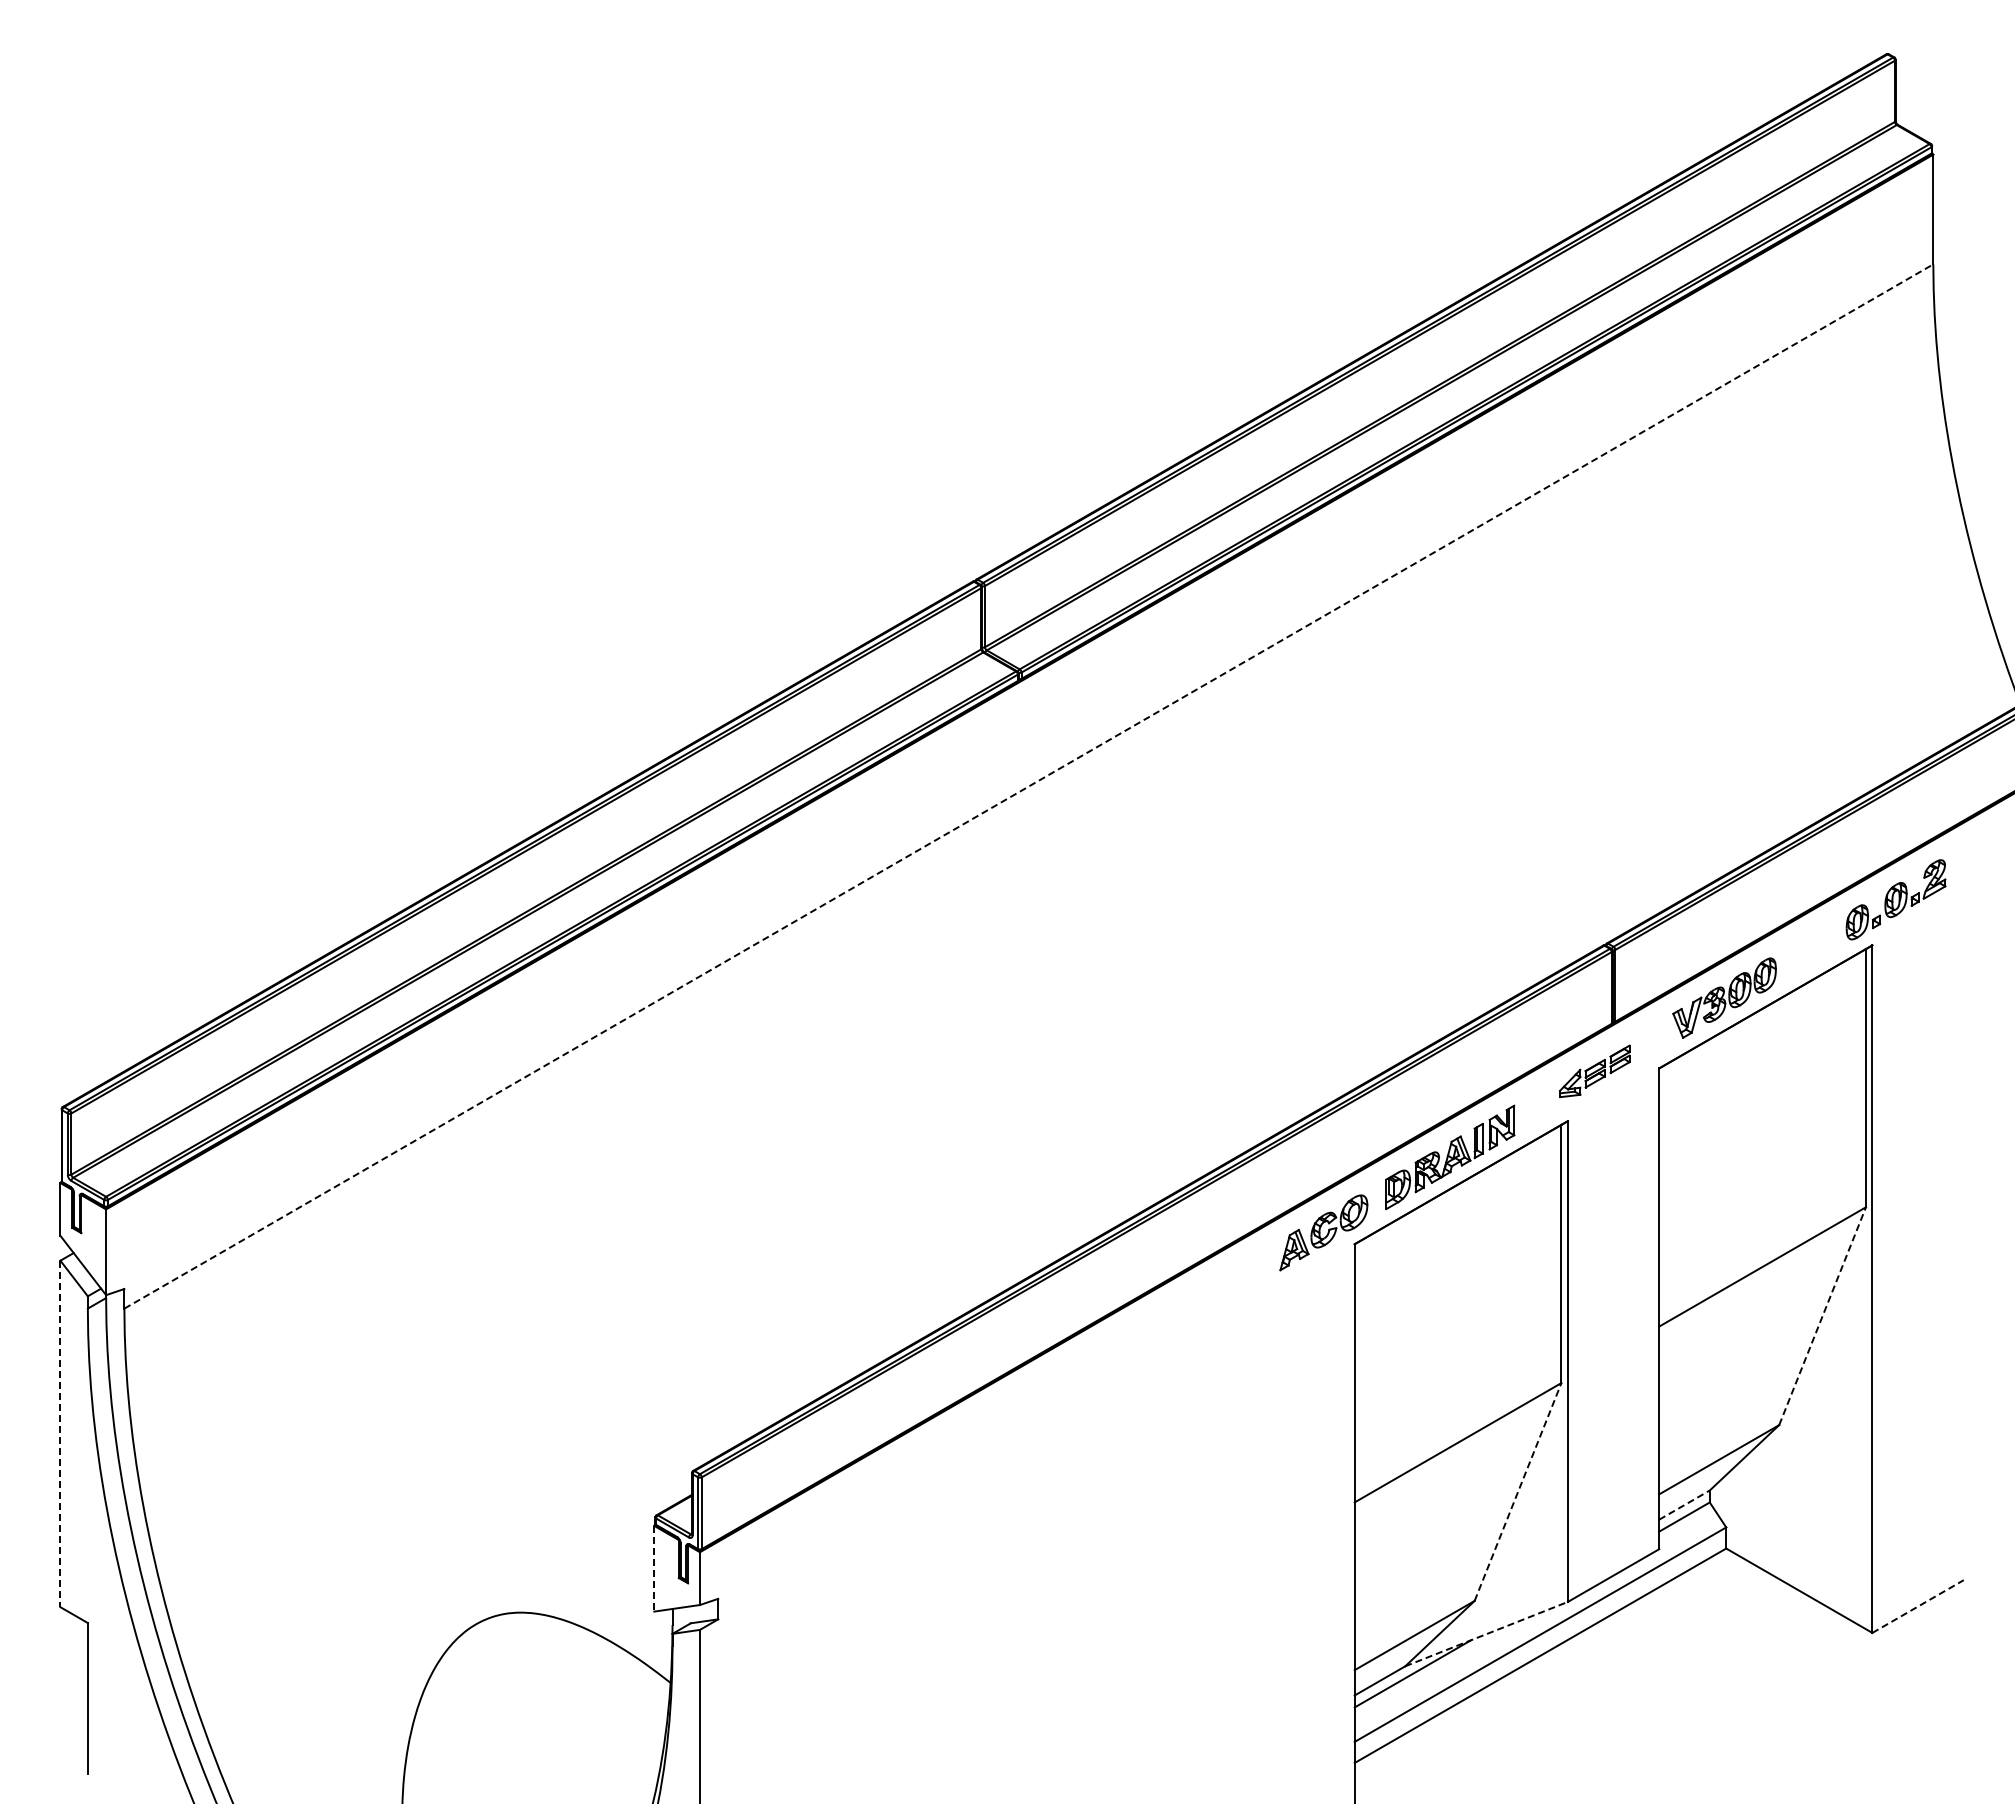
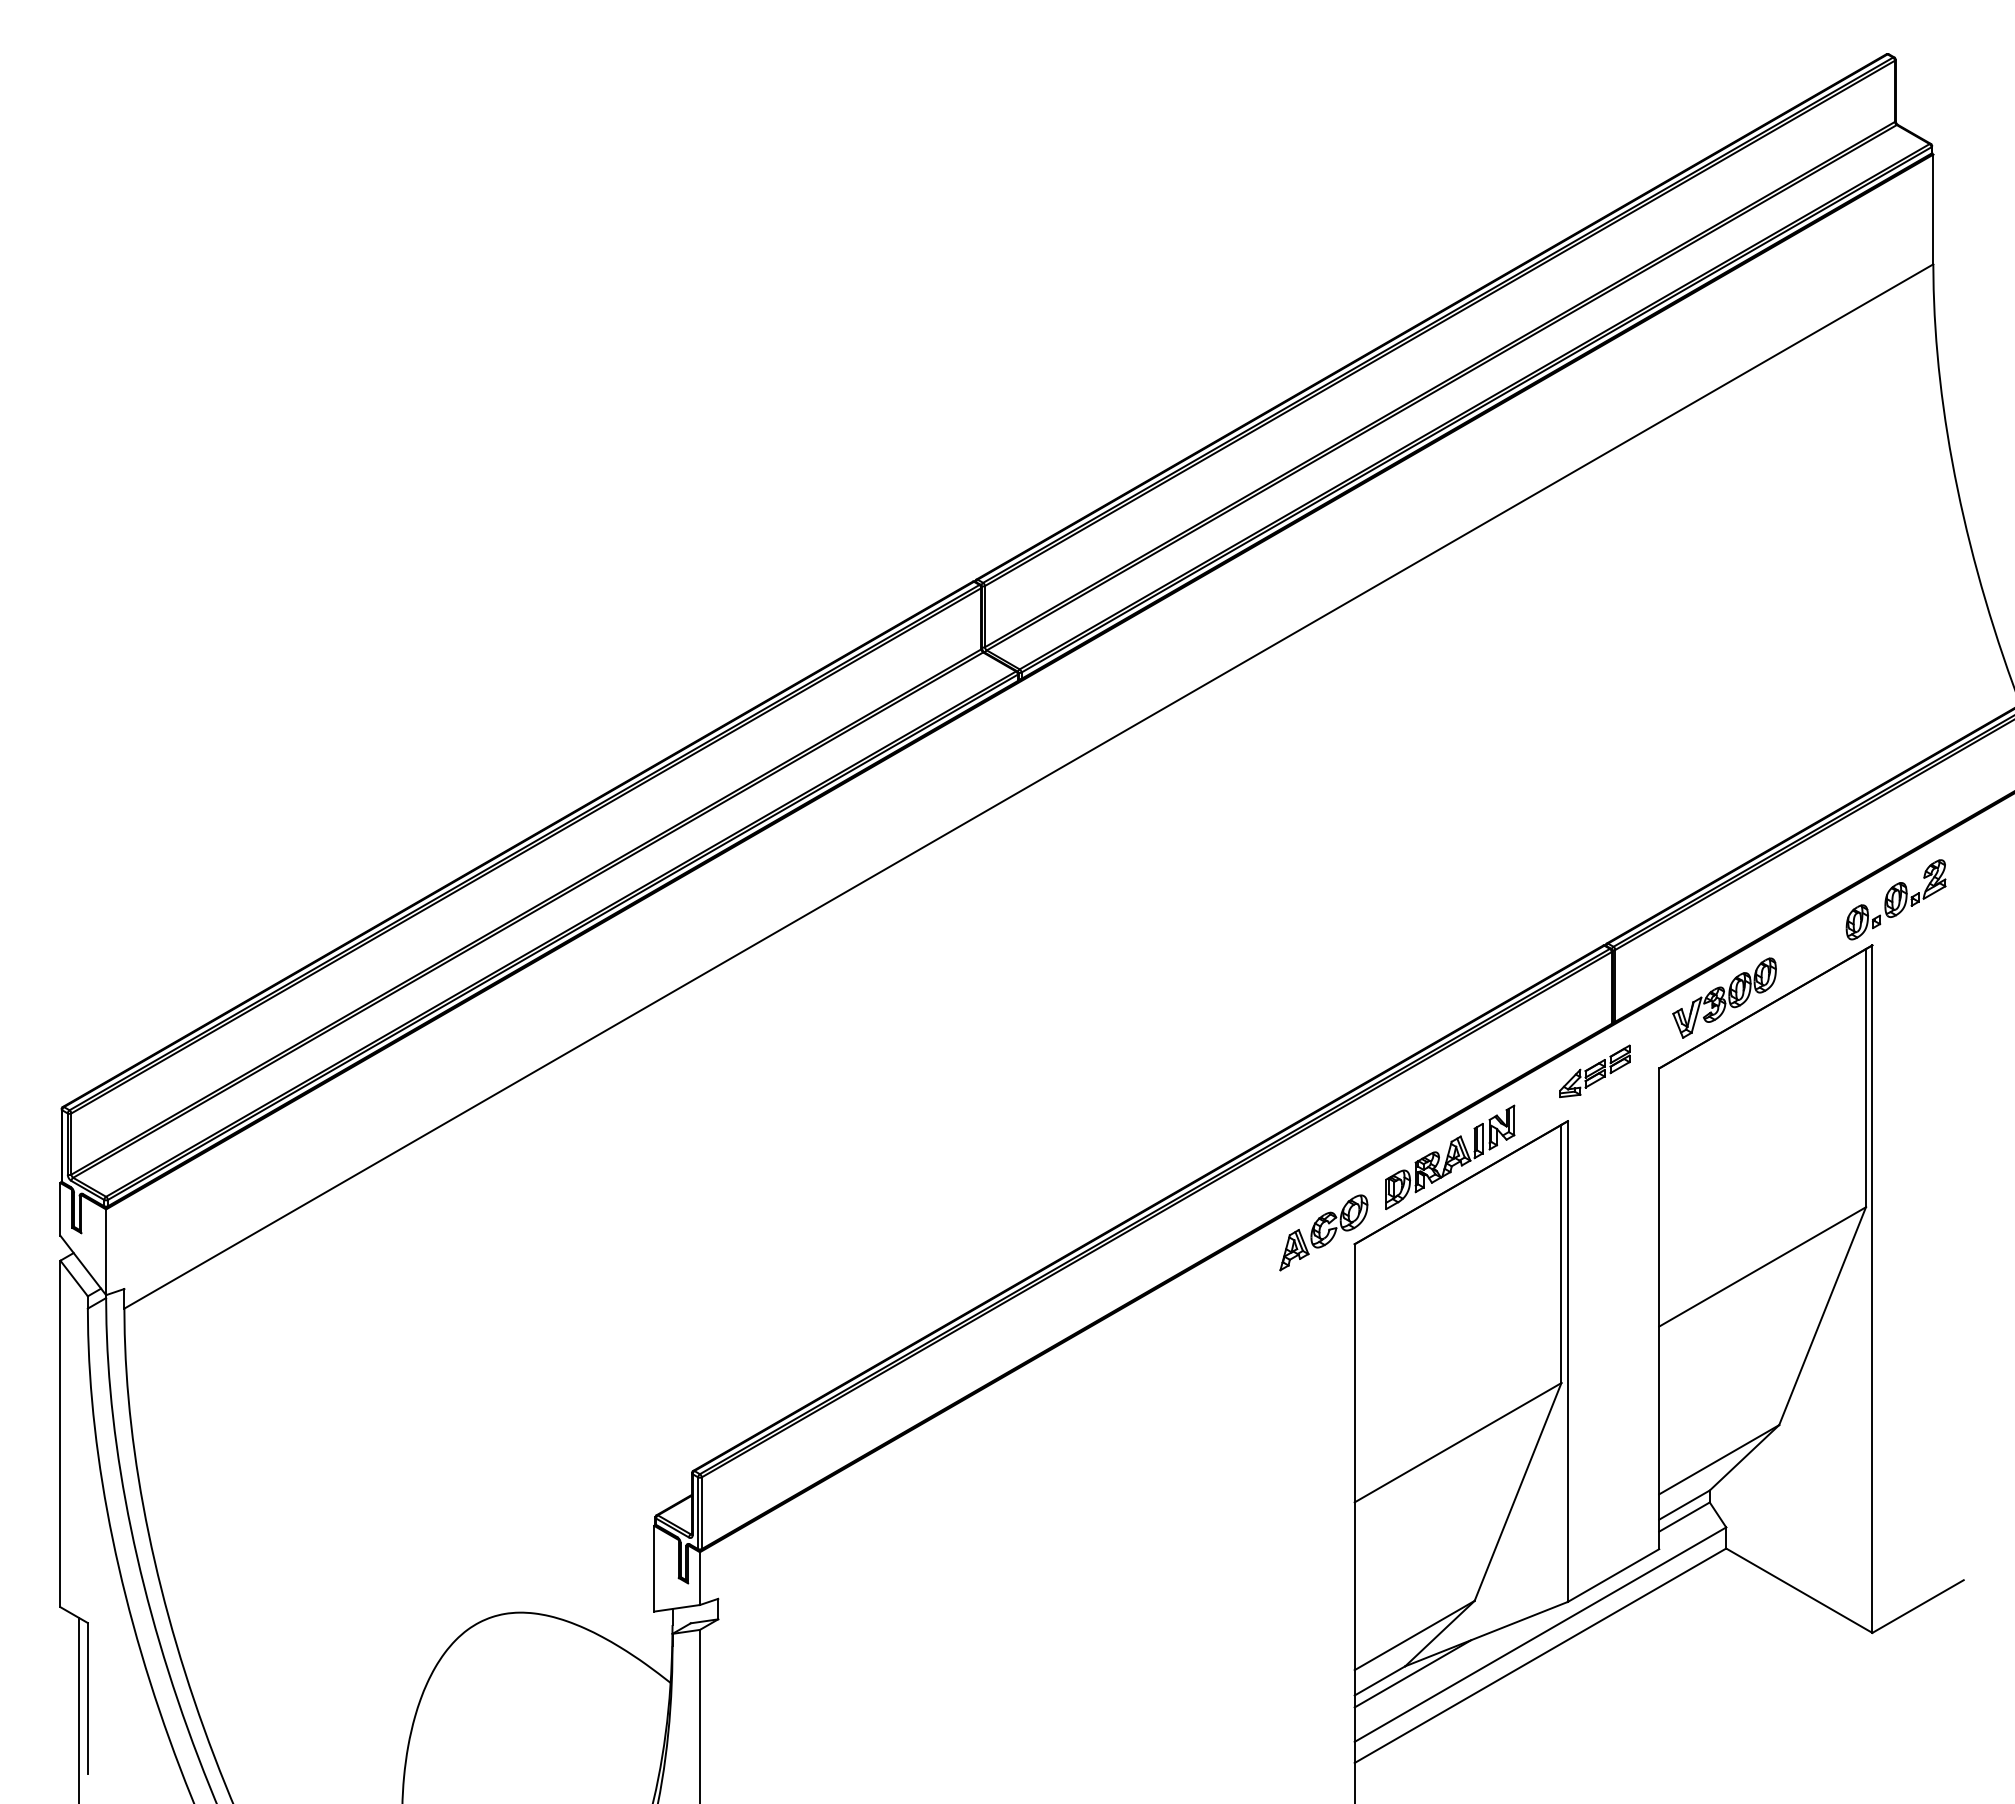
line at (1029, 786): dashed -> solid
line at (1822, 1315): dashed -> solid
line at (60, 1434): dashed -> solid
line at (1518, 1491): dashed -> solid
line at (1684, 1504): dashed -> solid
line at (654, 1568): dashed -> solid
line at (1918, 1606): dashed -> solid
line at (1487, 1633): dashed -> solid
line at (78, 1708): none -> present
